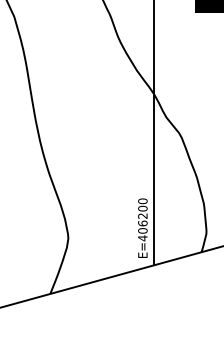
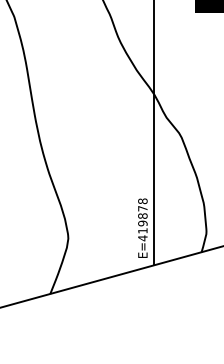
text at (142, 215): E=406200 -> E=419878
